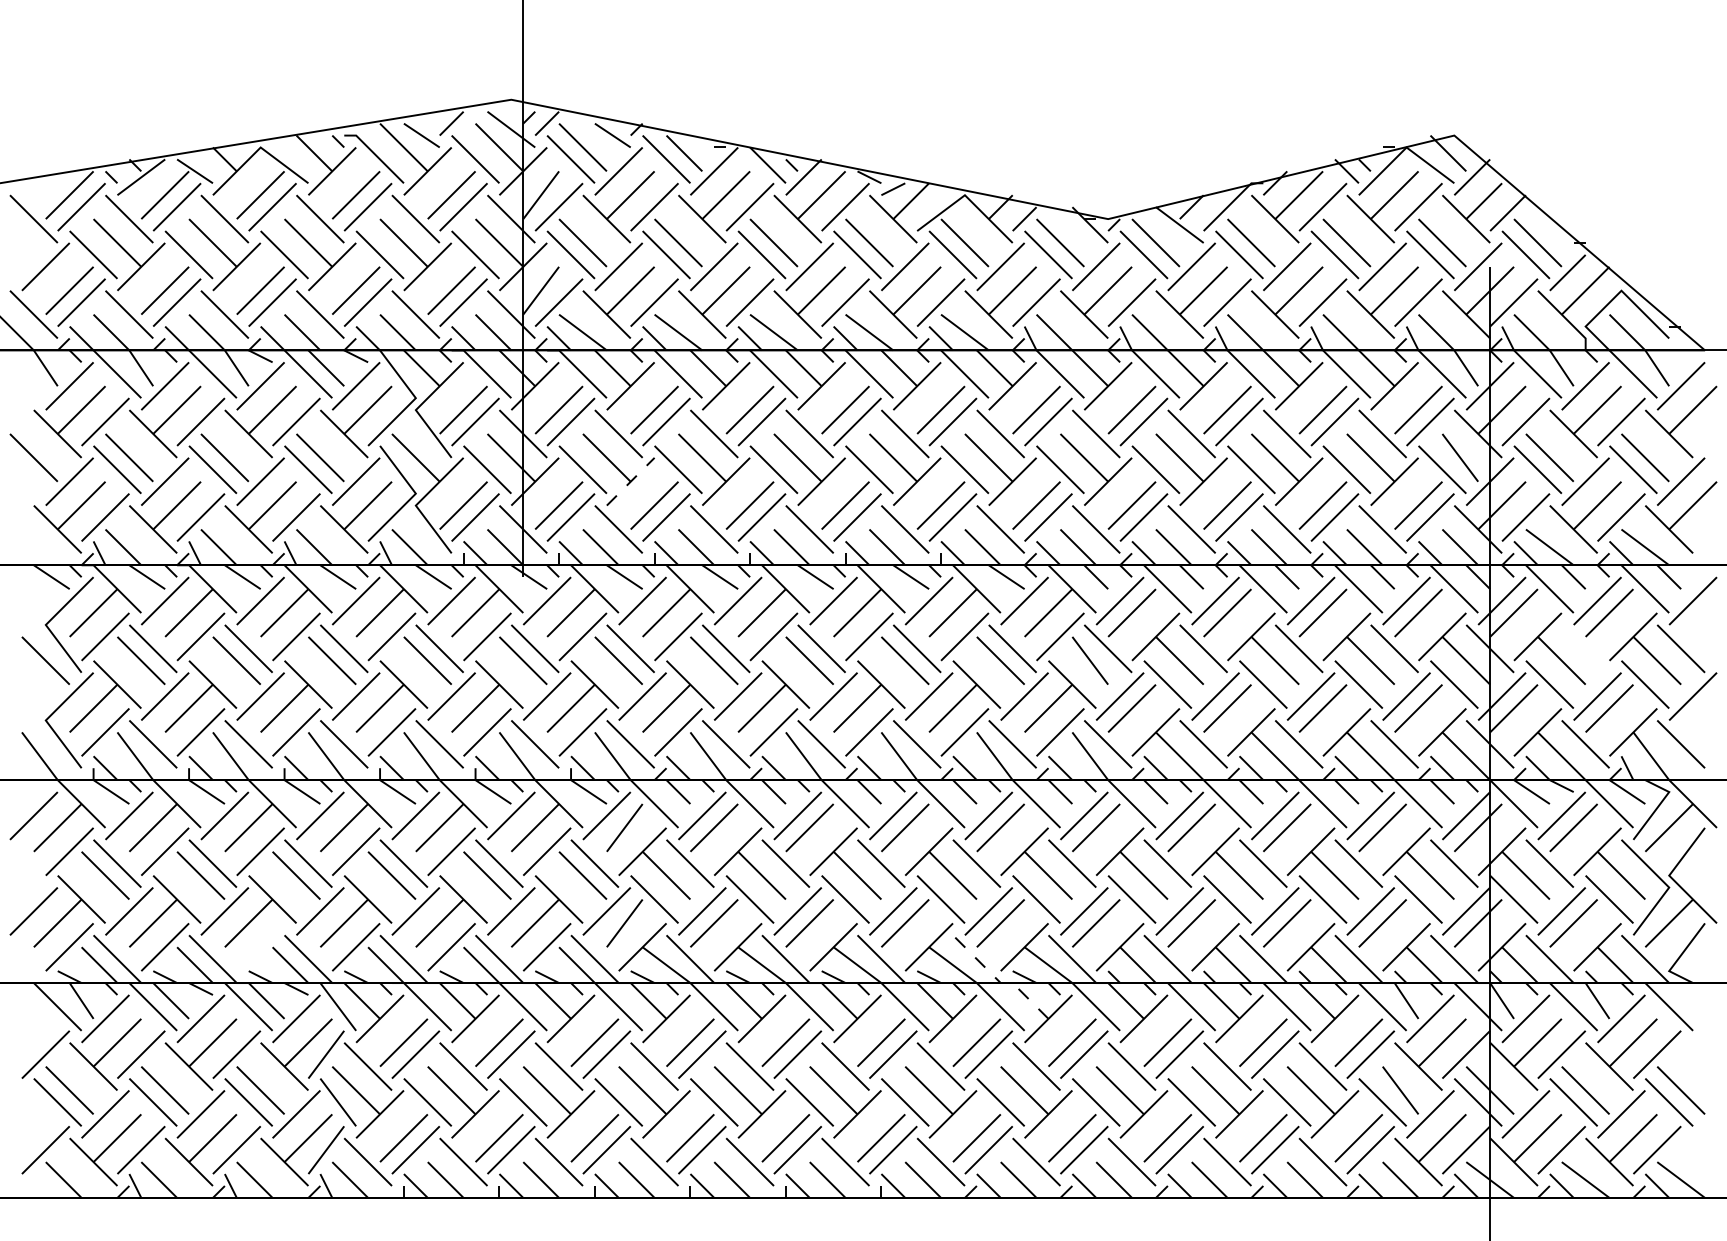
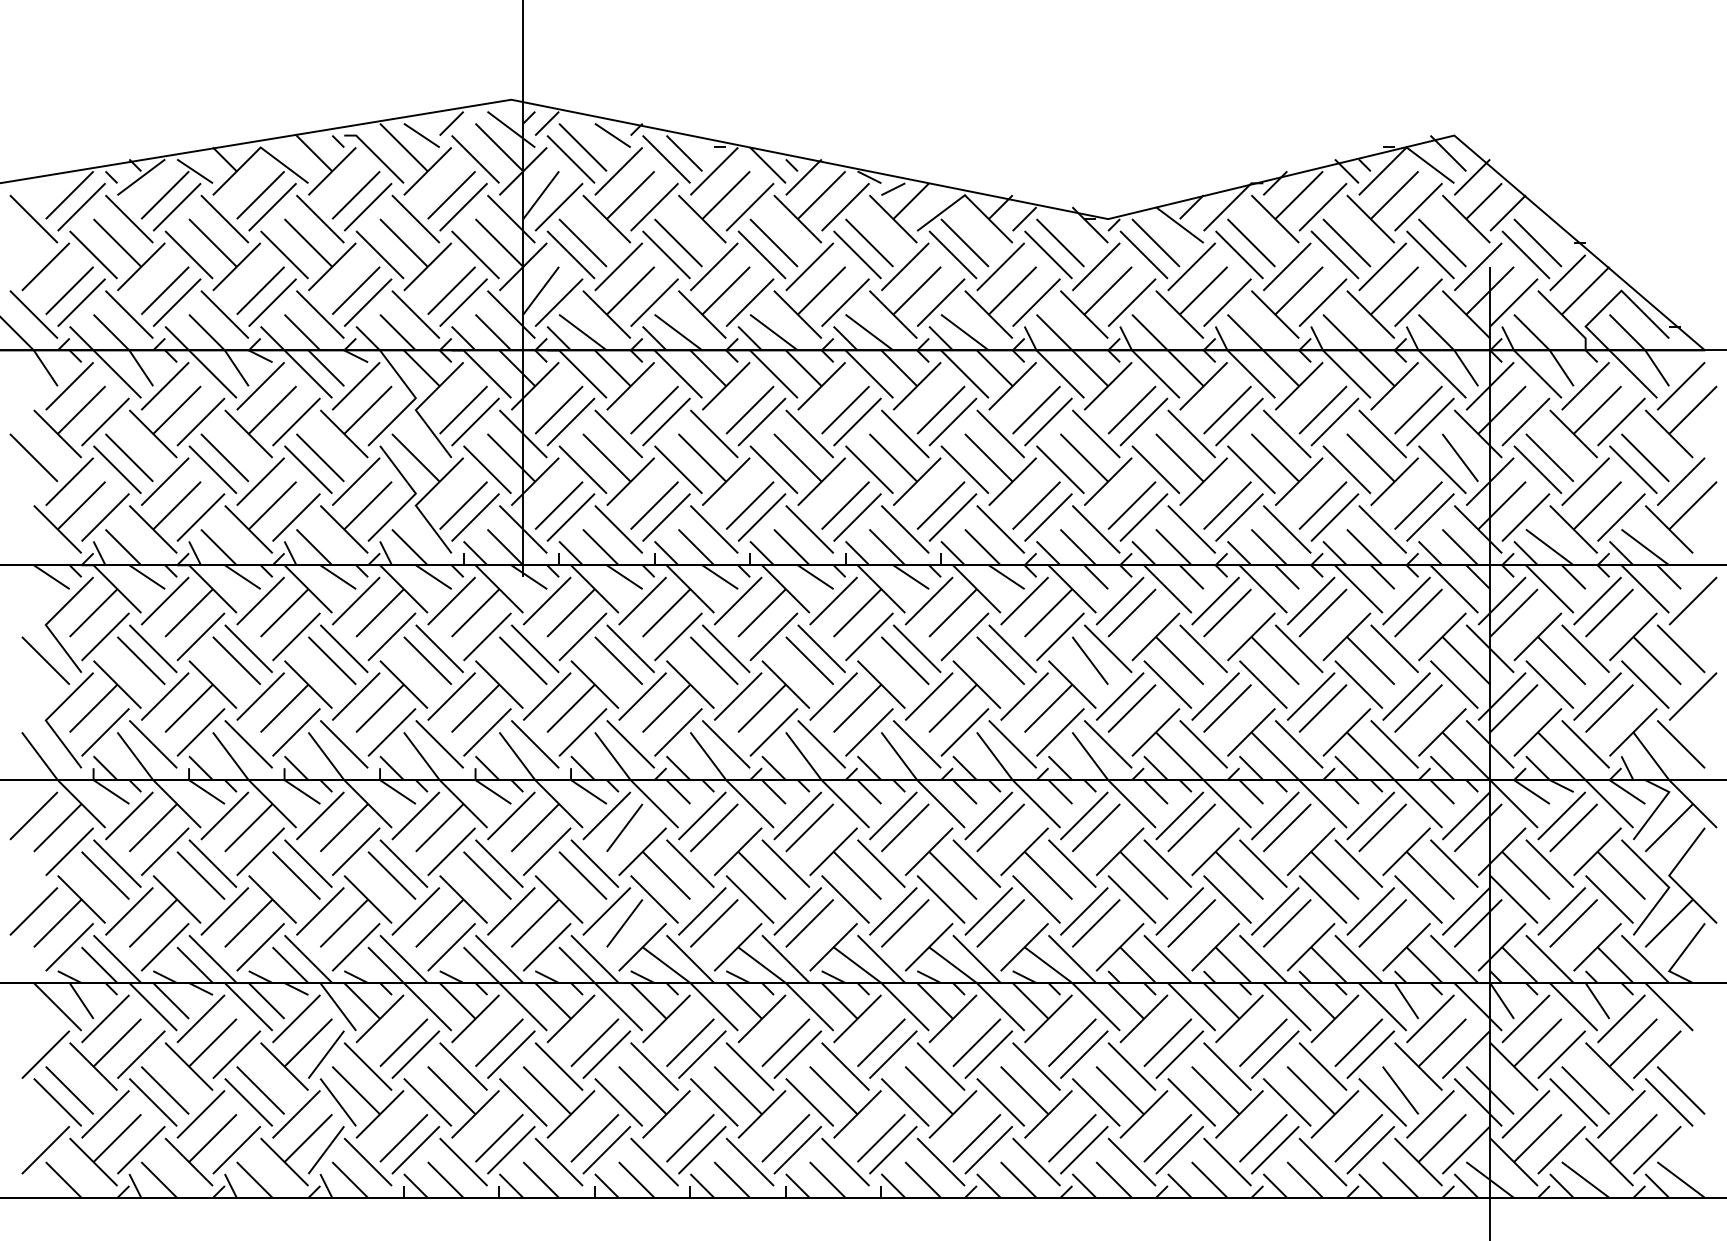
line at (630, 481): dashed -> solid
line at (1585, 648): none -> present
line at (260, 947): none -> present
line at (999, 981): dashed -> solid
